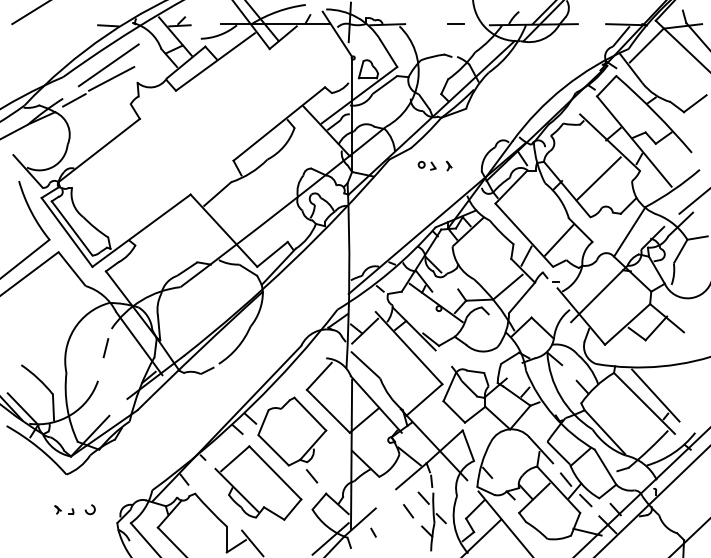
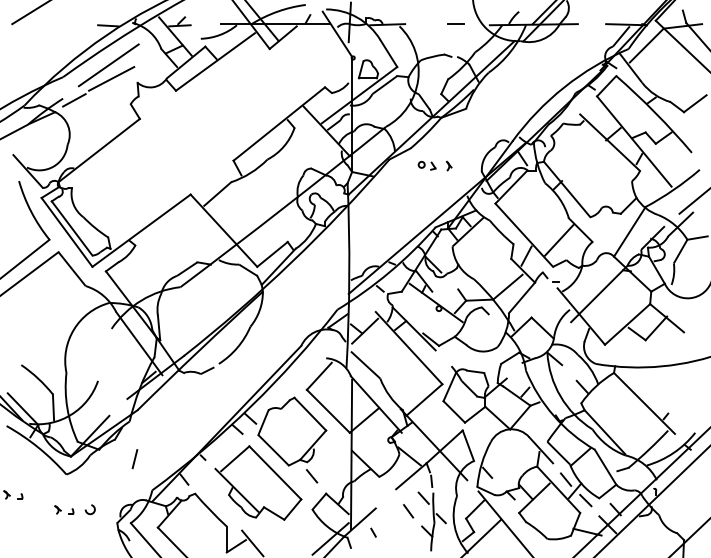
line at (598, 178): present -> none
line at (105, 348) position: (105, 348) -> (134, 459)
line at (655, 395): present -> none
part at (13, 494): none -> present
